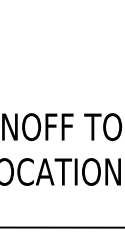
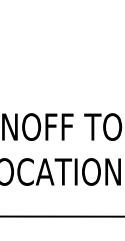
line at (61, 227) position: (61, 227) -> (61, 216)
